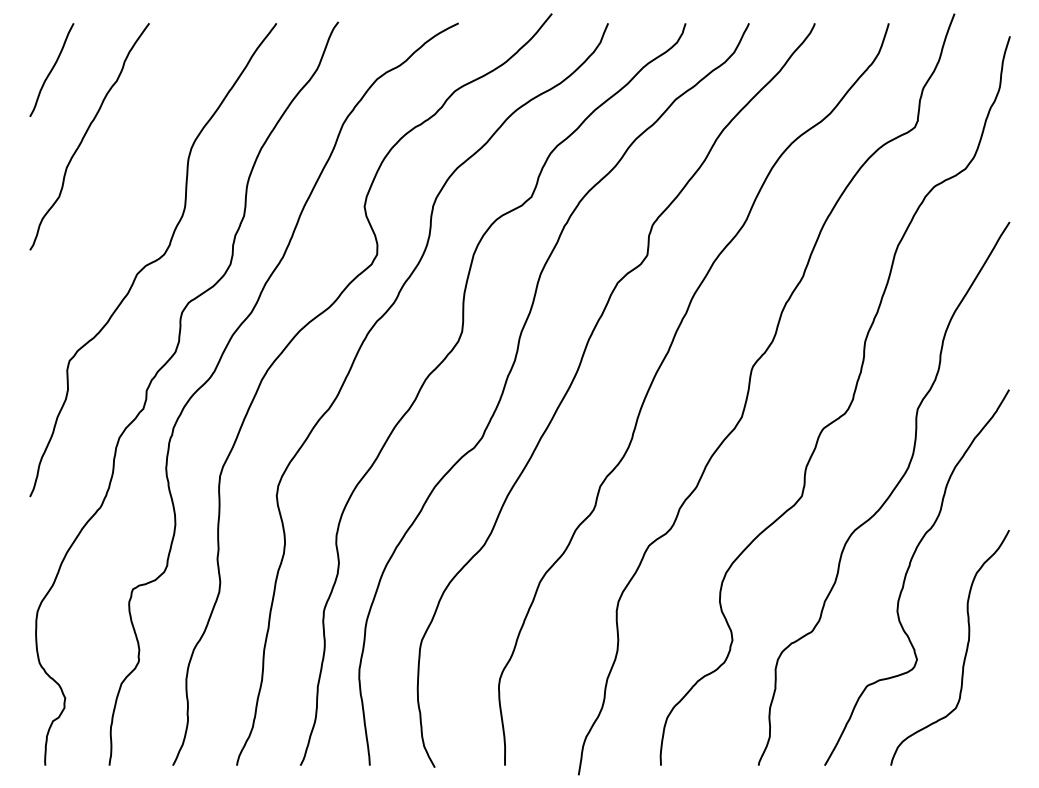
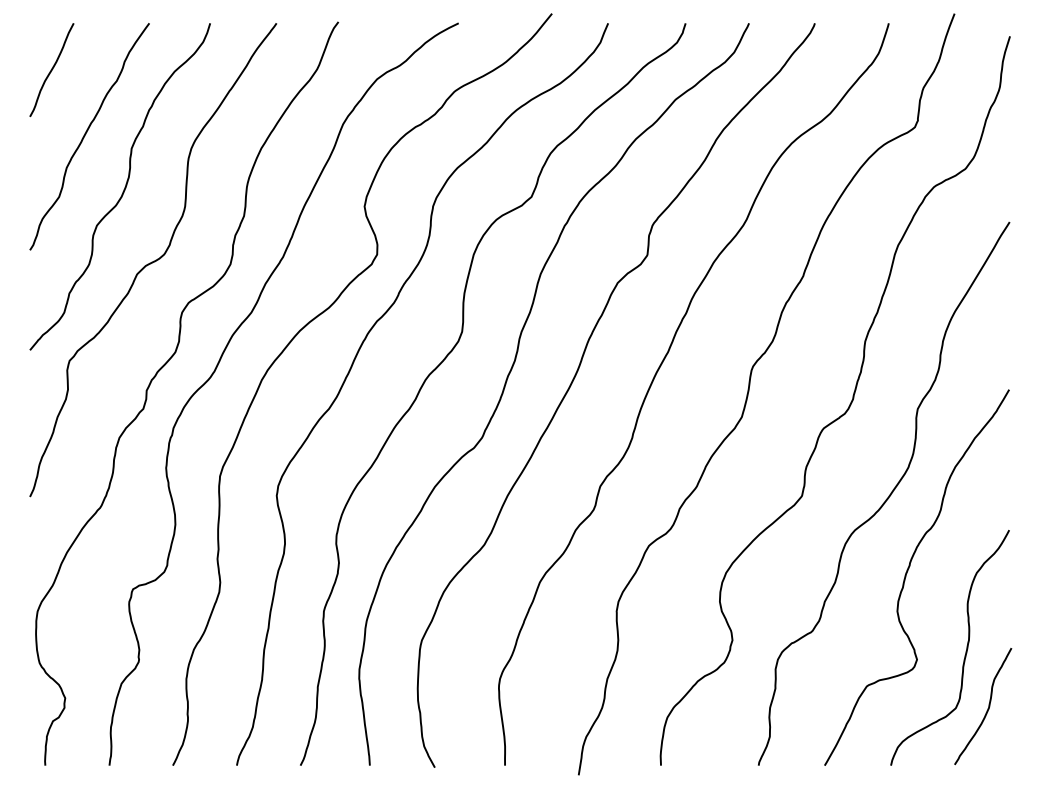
curve at (123, 189): none -> present
curve at (987, 708): none -> present
